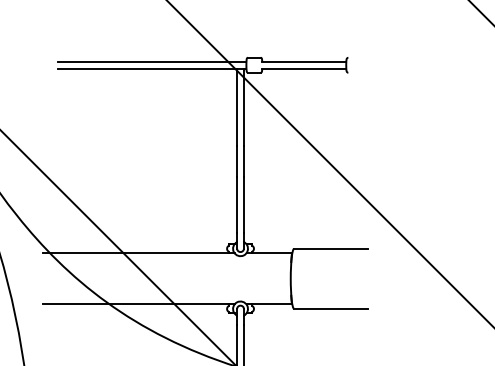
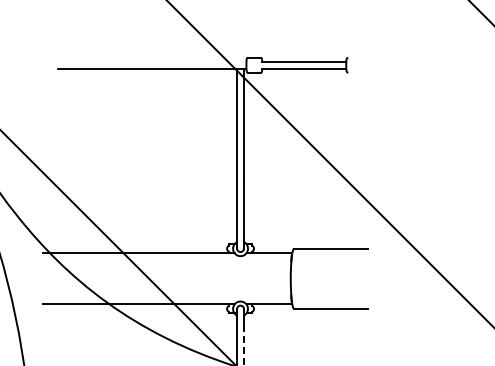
line at (152, 61): present -> none
line at (243, 345): solid -> dashed
